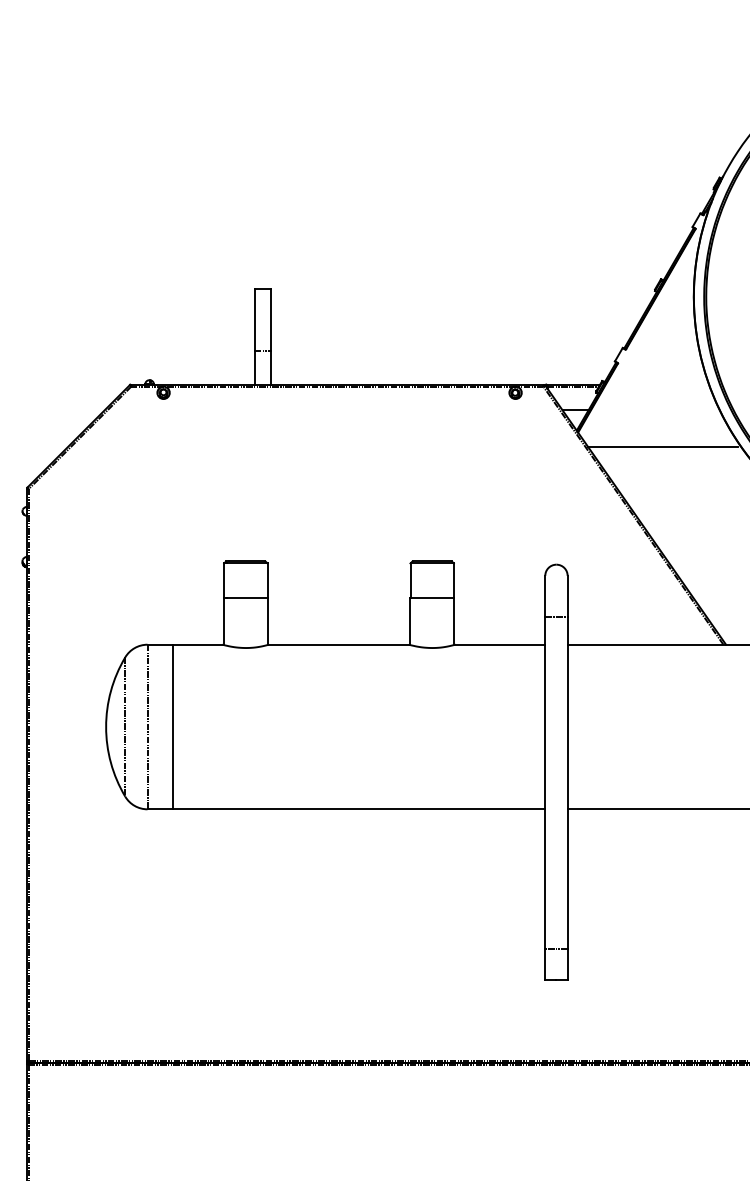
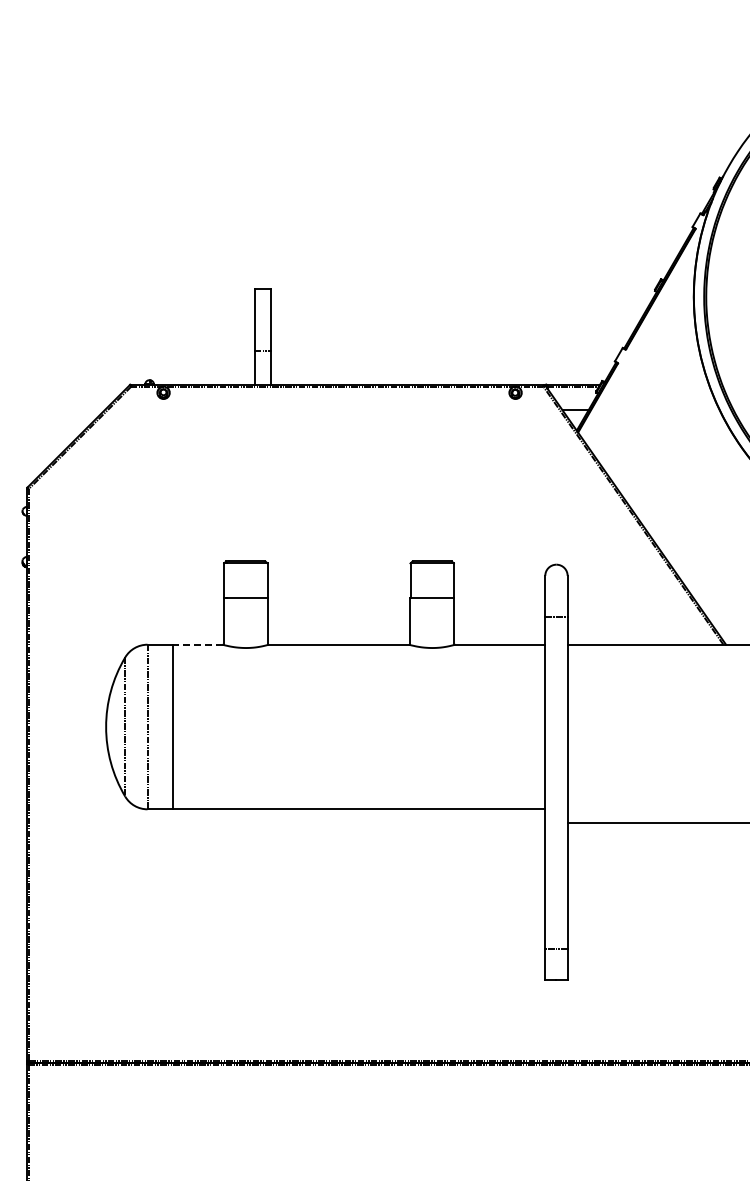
line at (662, 446): present -> none
line at (198, 644): solid -> dashed
line at (656, 809) position: (656, 809) -> (656, 823)
